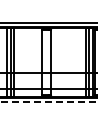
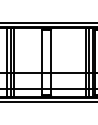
line at (48, 102): dashed -> solid
